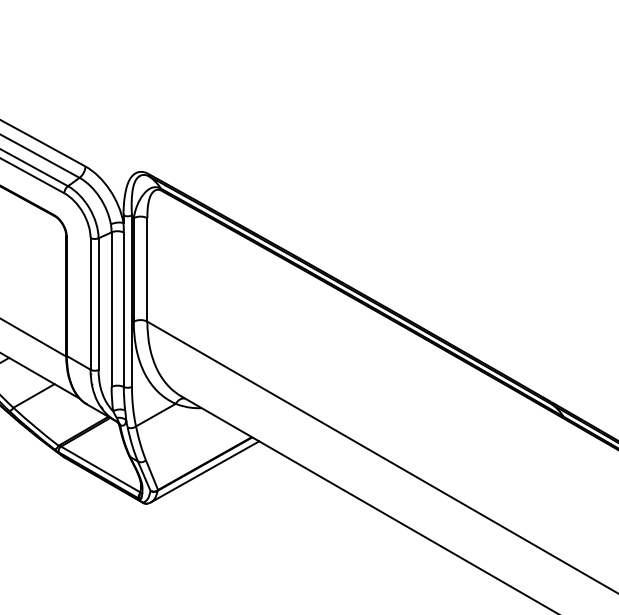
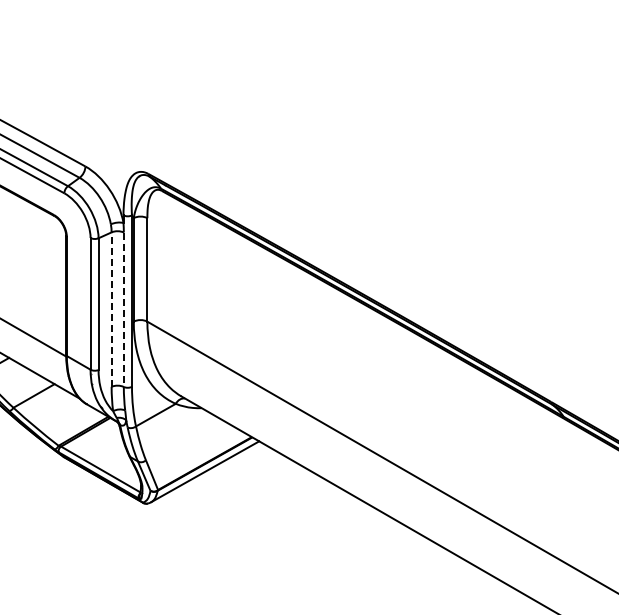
line at (111, 309): solid -> dashed
line at (123, 310): solid -> dashed
